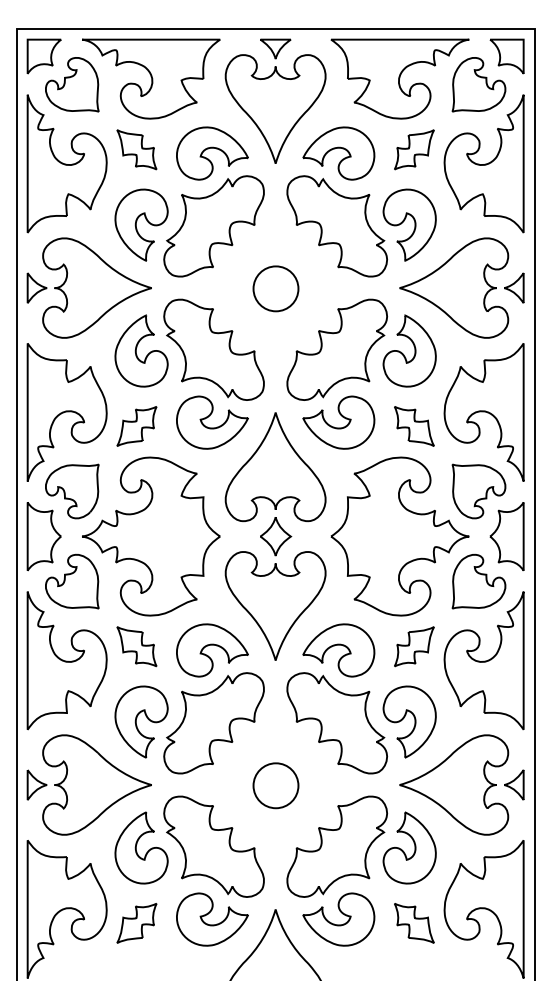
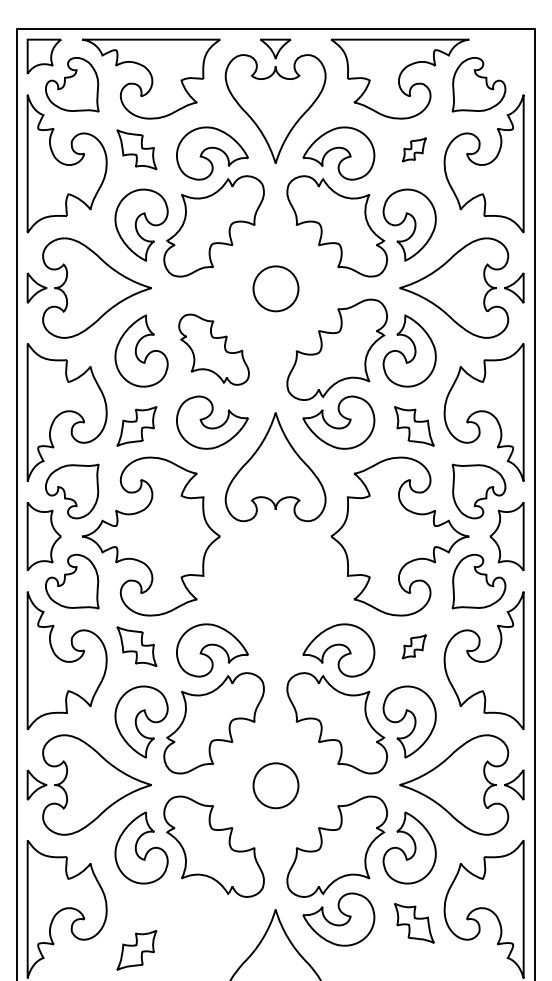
part at (506, 56): present -> none
part at (414, 149) size: 41x42 px -> 25x26 px
part at (213, 349) size: 102x103 px -> 72x73 px
part at (275, 588): present -> none
part at (414, 646) size: 41x42 px -> 25x26 px
part at (212, 919): present -> none
part at (136, 923) position: (136, 923) -> (136, 950)
